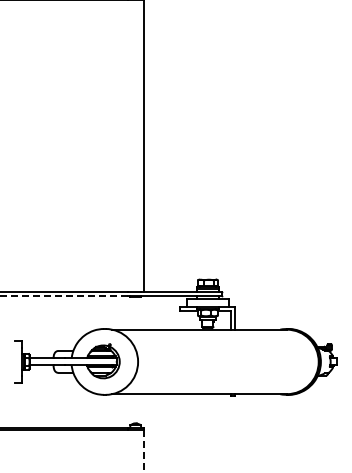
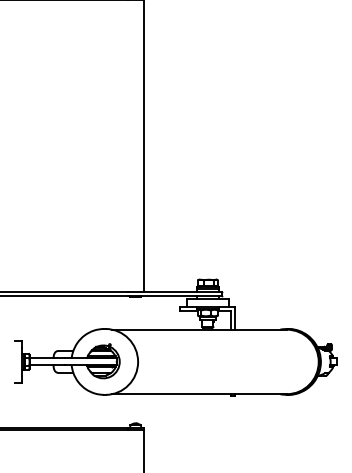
line at (64, 296): dashed -> solid
line at (143, 451): dashed -> solid
